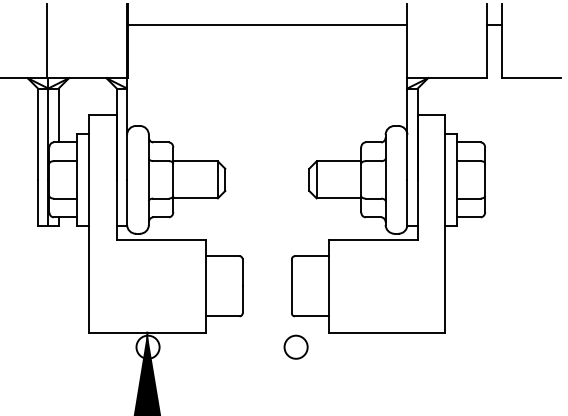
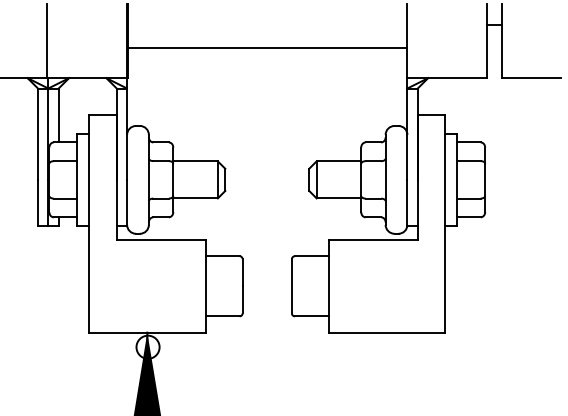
line at (267, 24) position: (267, 24) -> (267, 47)
circle at (295, 346): present -> none
